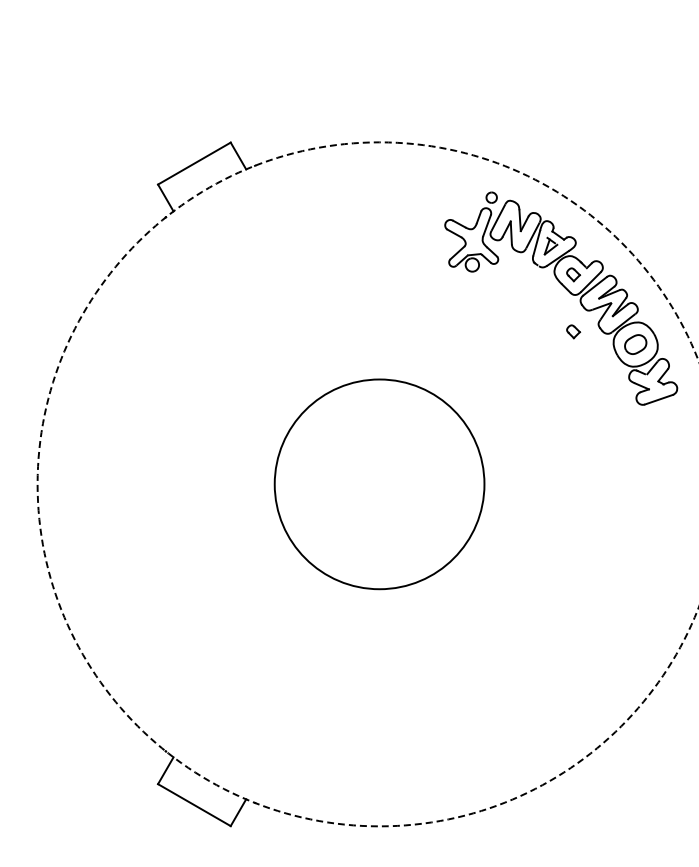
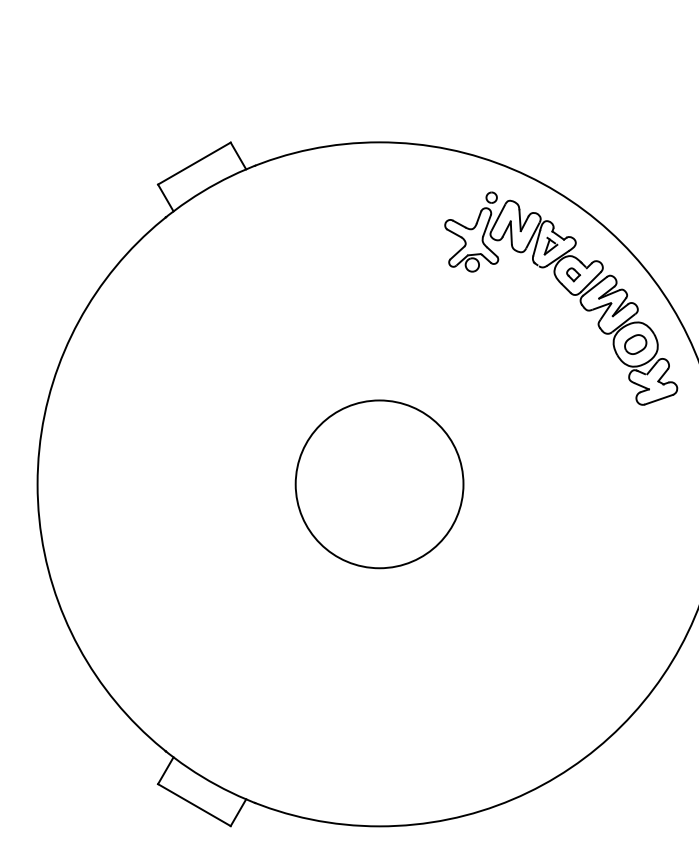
part at (573, 331): present -> none
circle at (367, 484): dashed -> solid
circle at (379, 484) diameter: 210 px -> 168 px
